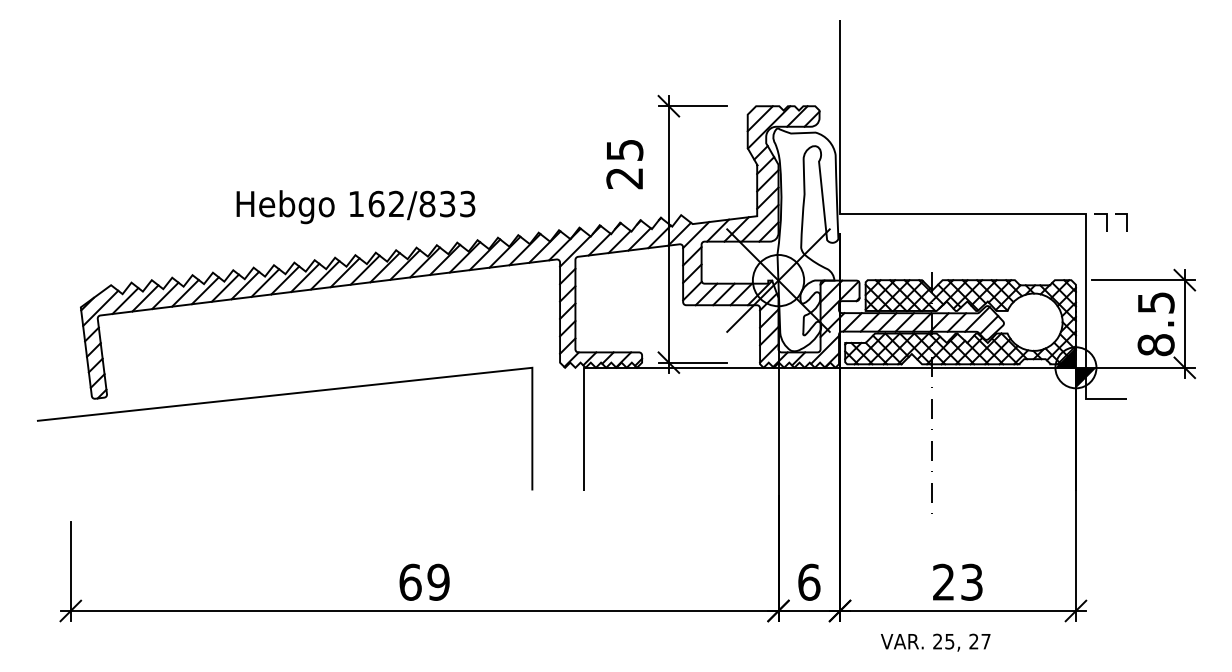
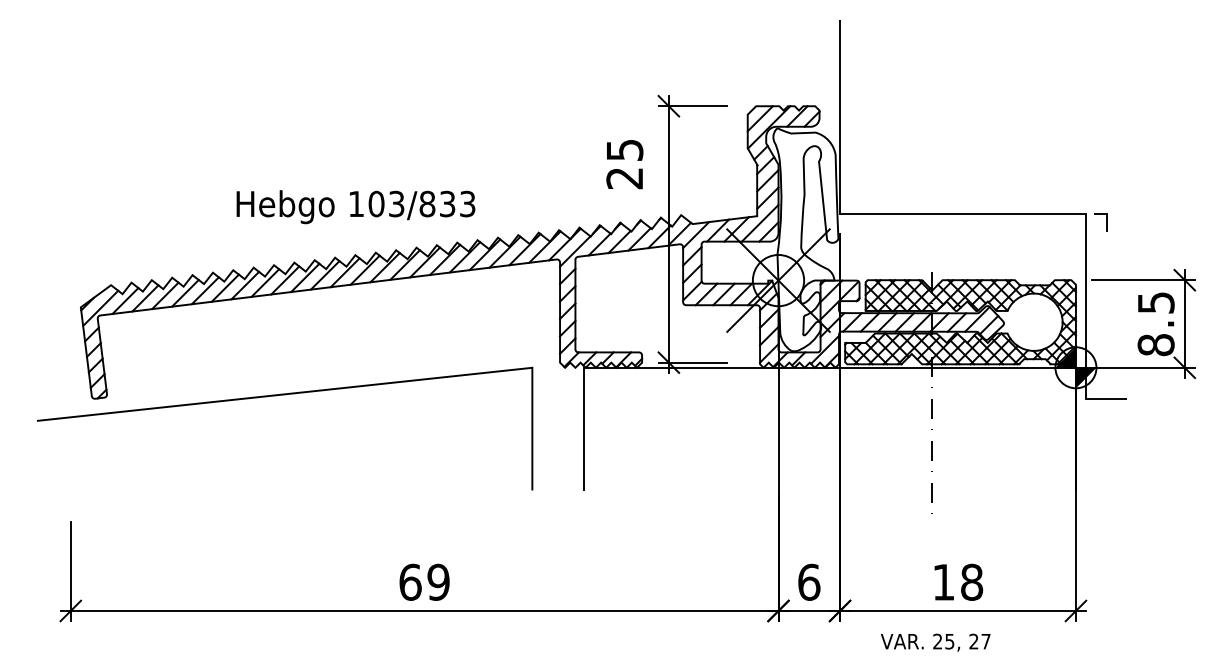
text at (386, 203): 162/833 -> 103/833
line at (1126, 222): present -> none
text at (958, 581): 23 -> 18
